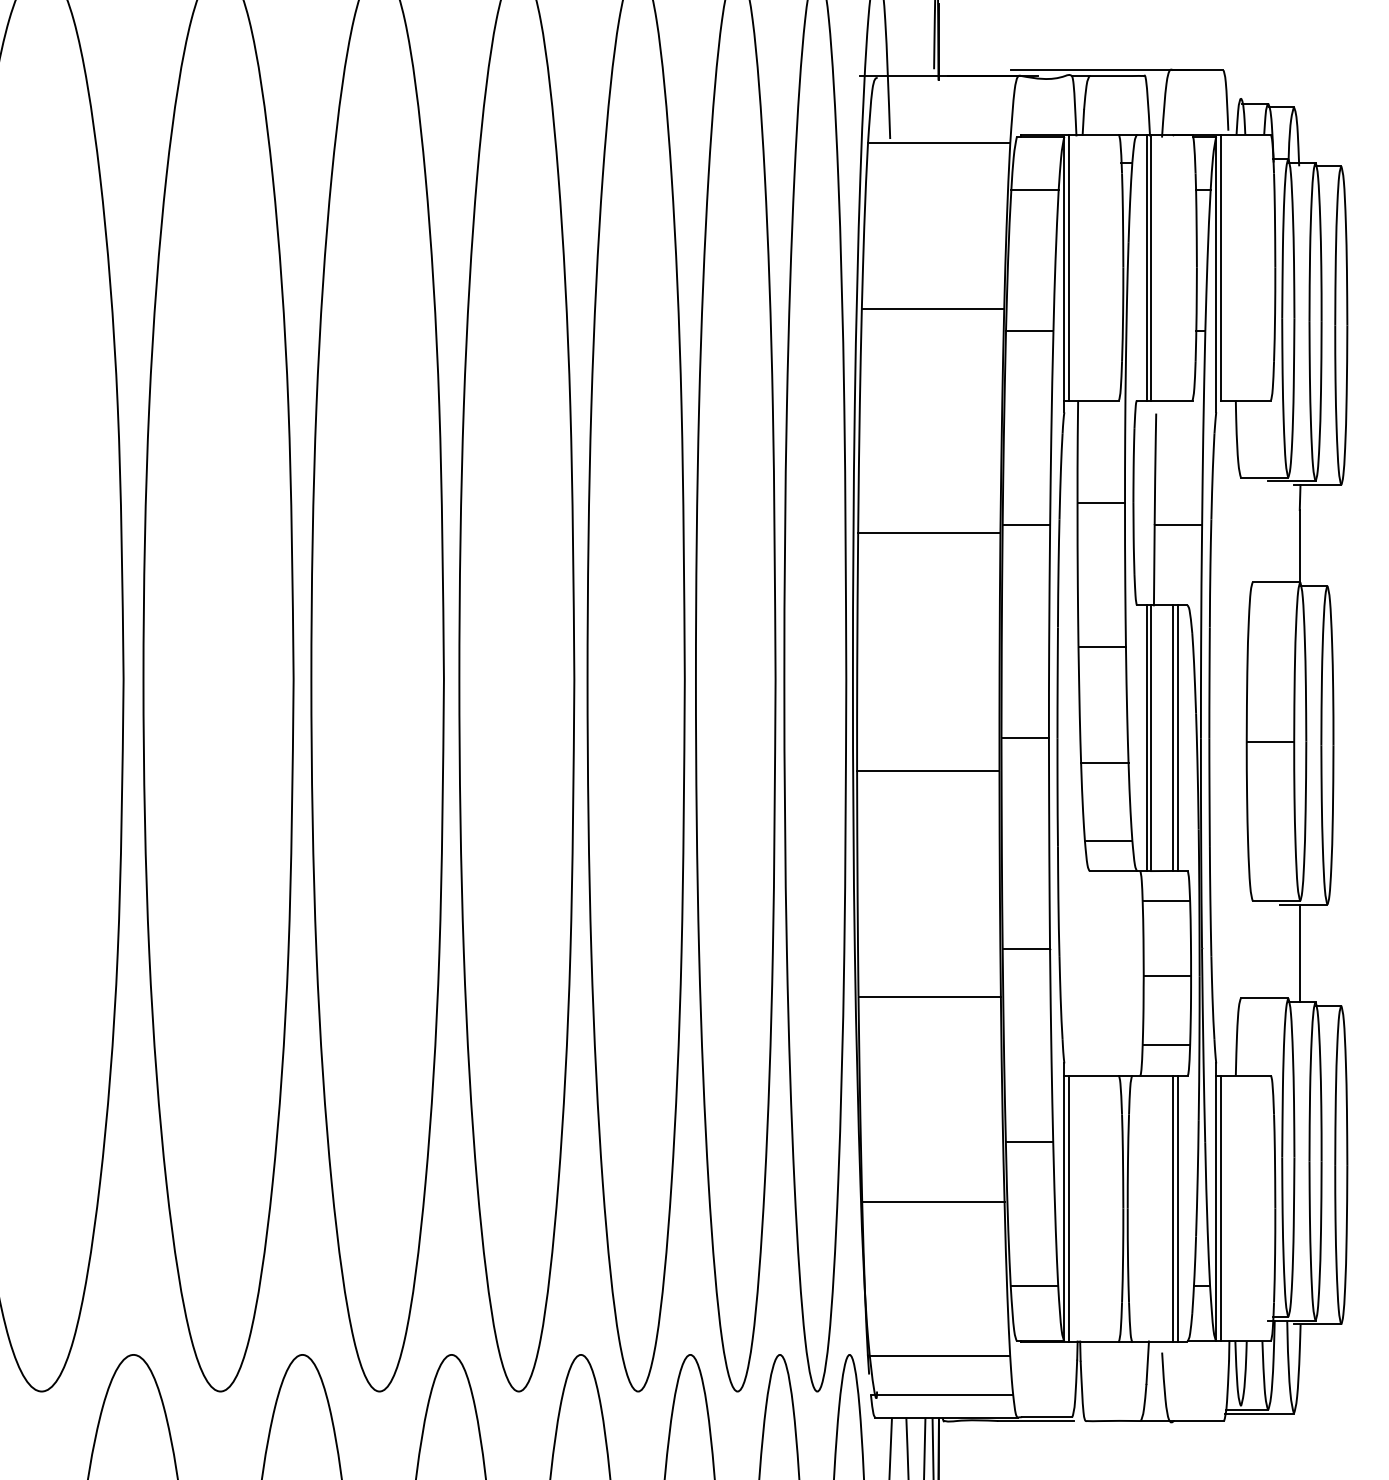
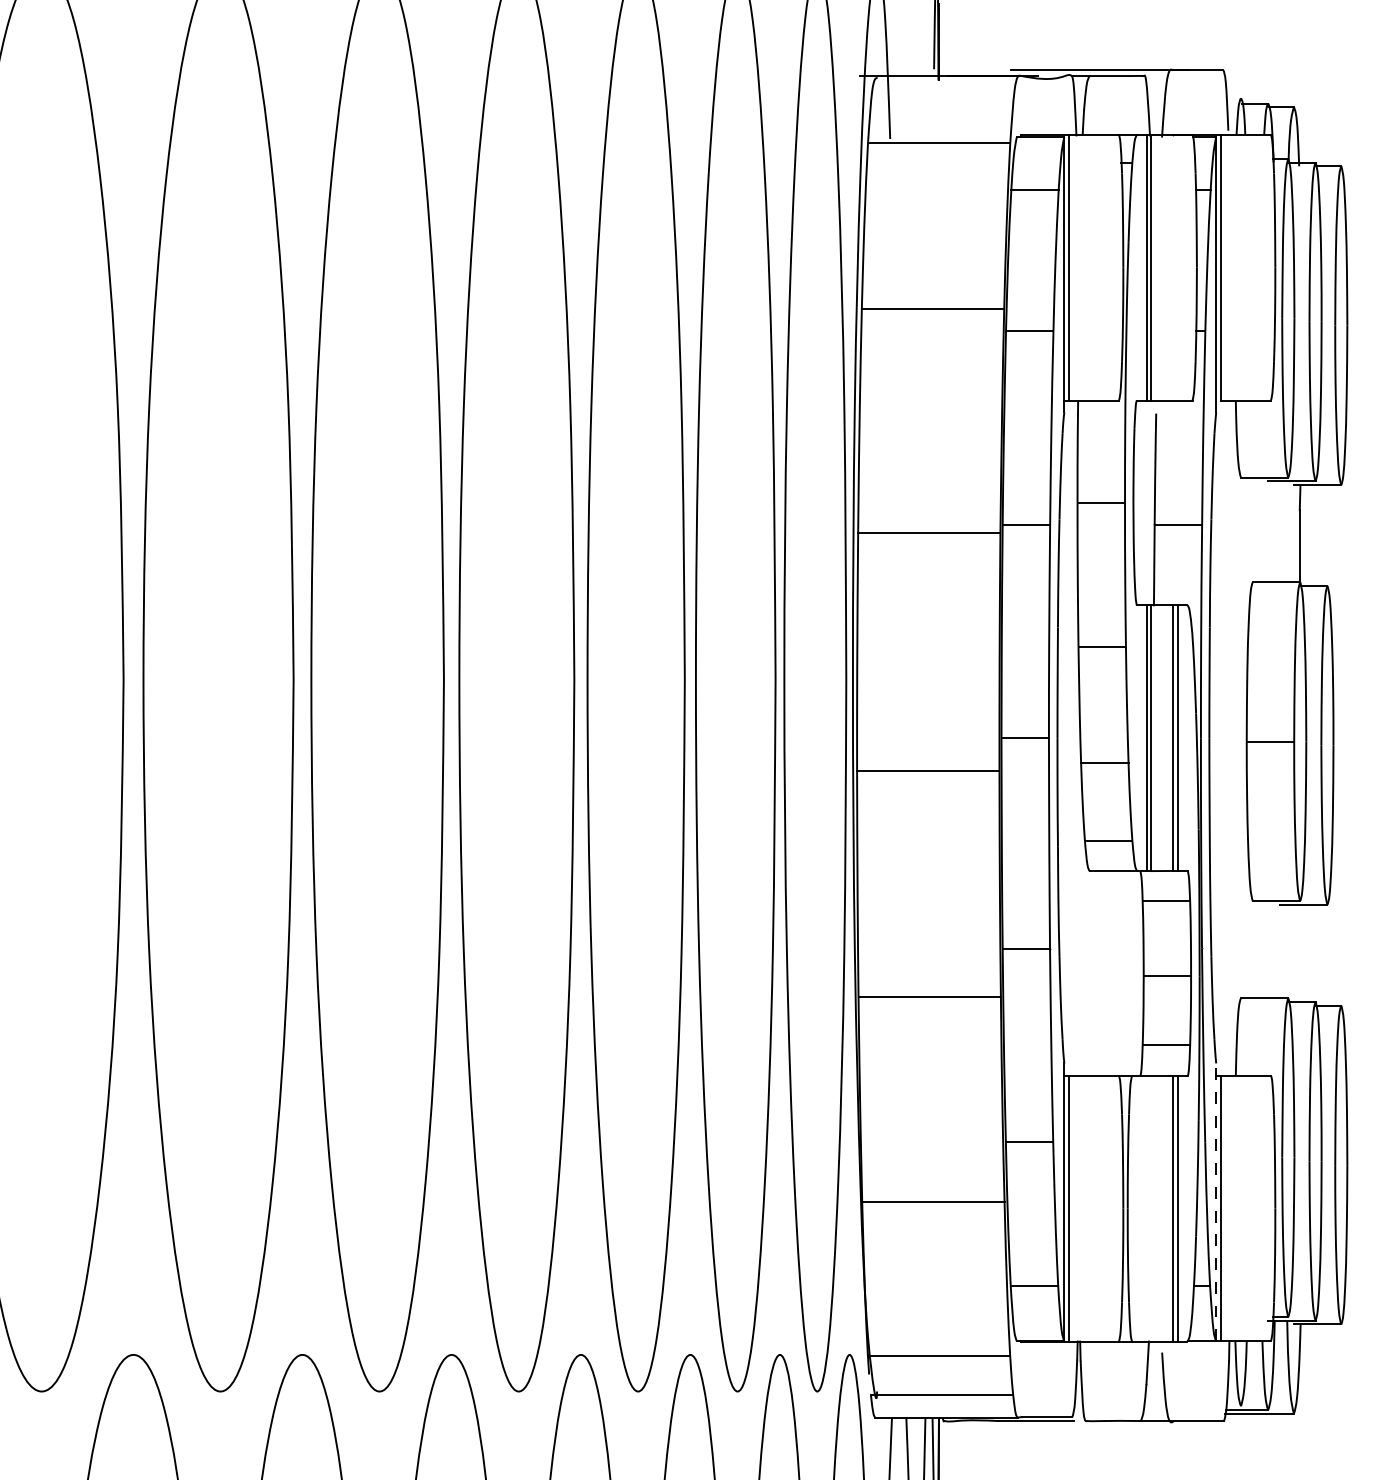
line at (1299, 952): present -> none
line at (1216, 1202): solid -> dashed
